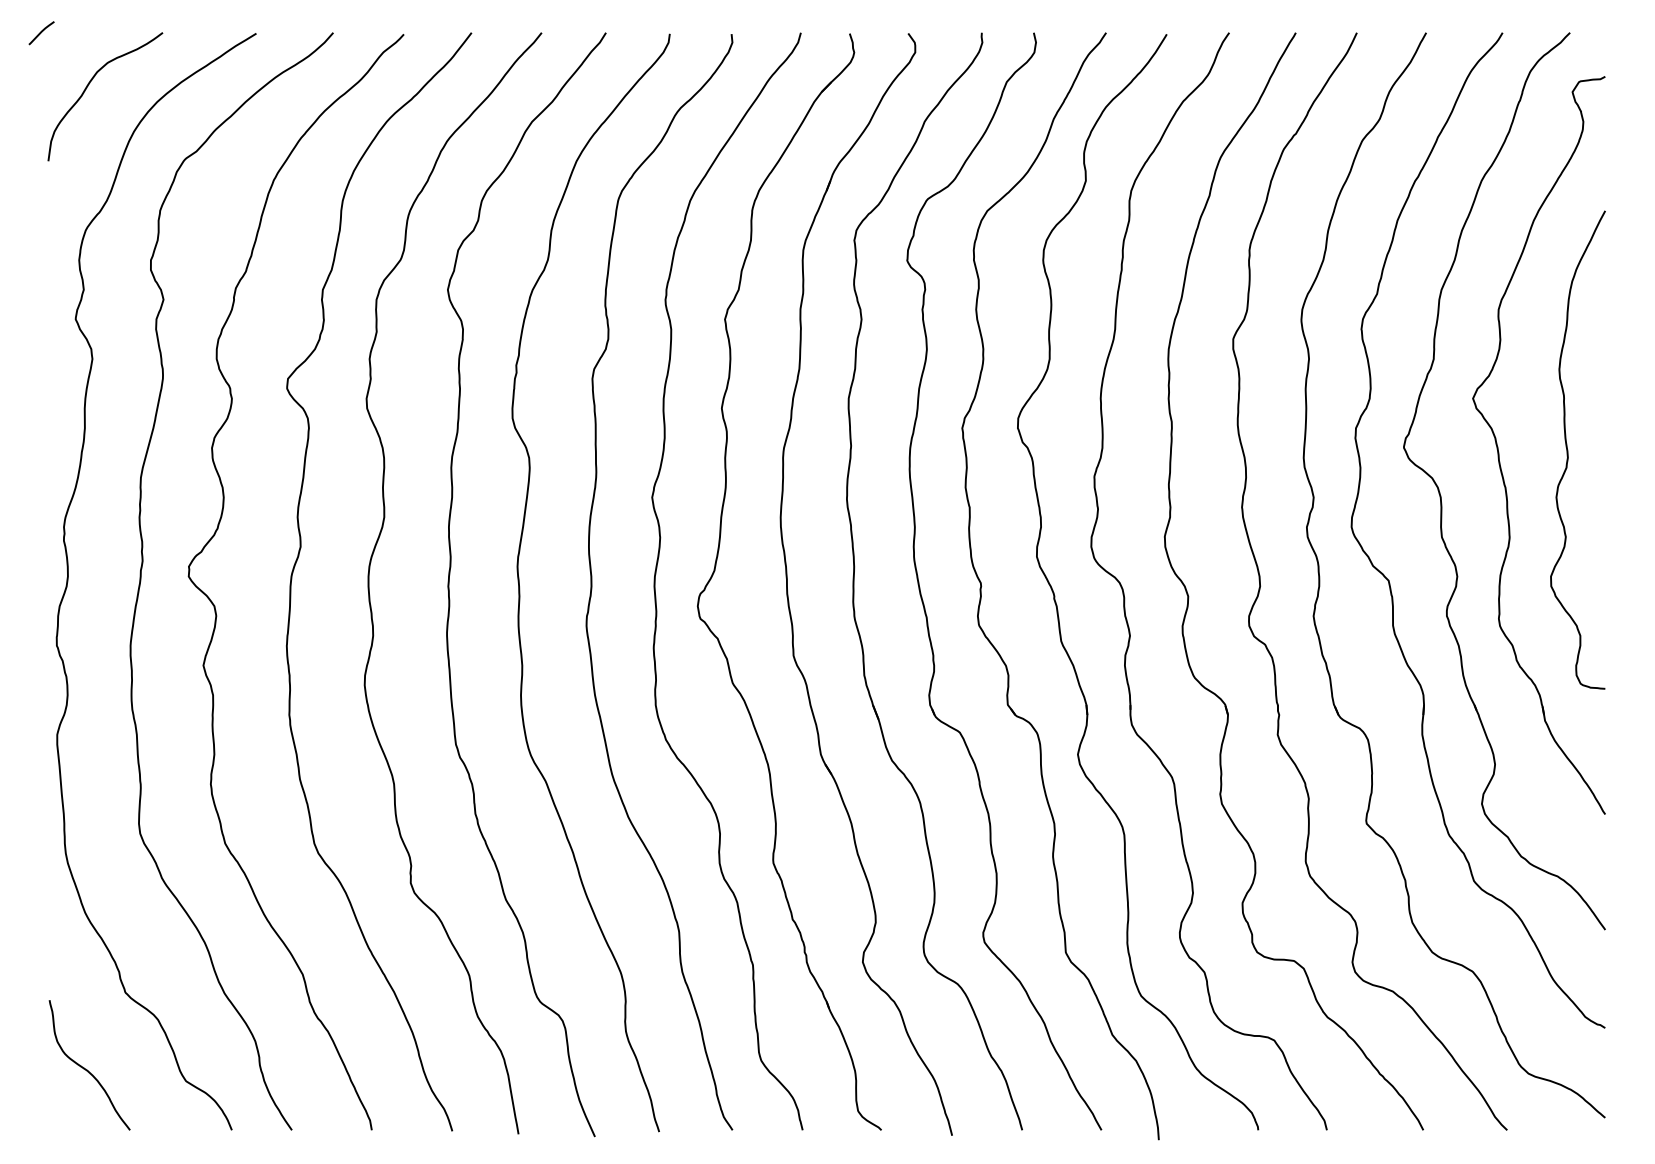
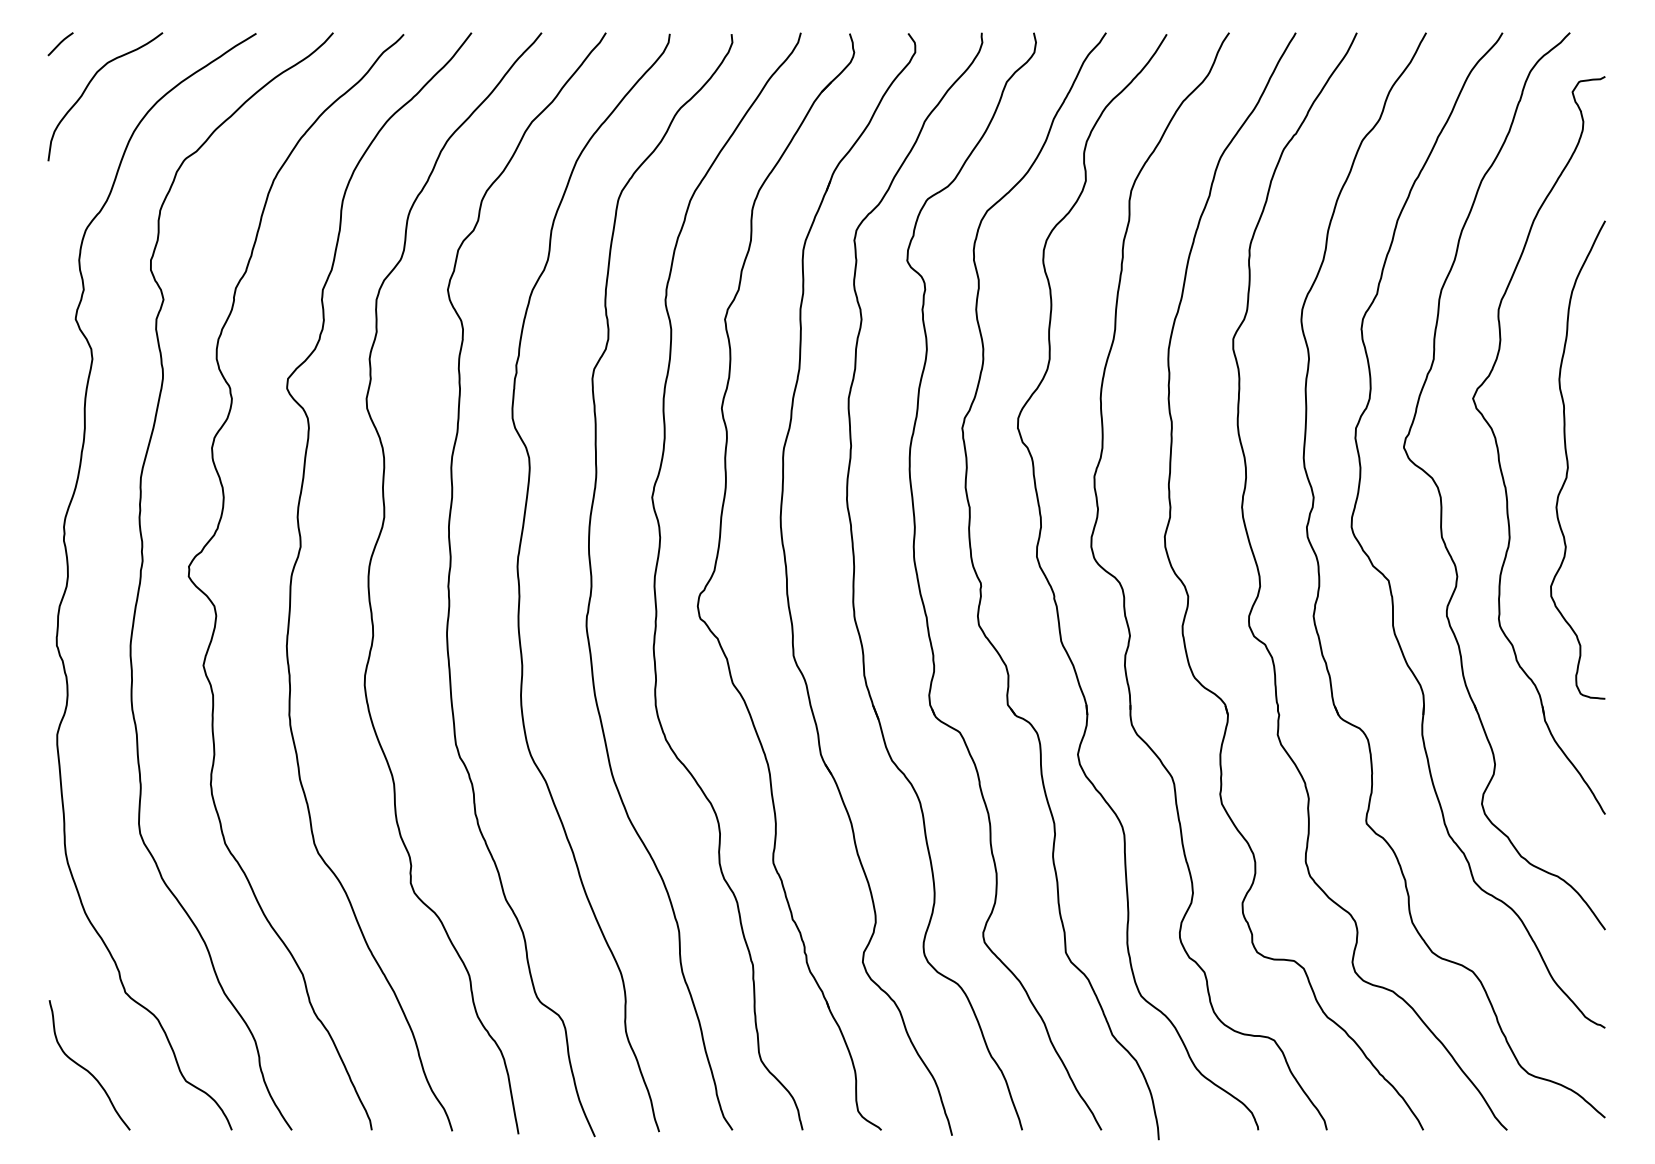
line at (41, 33) position: (41, 33) -> (60, 44)
curve at (1568, 449) position: (1568, 449) -> (1568, 459)
